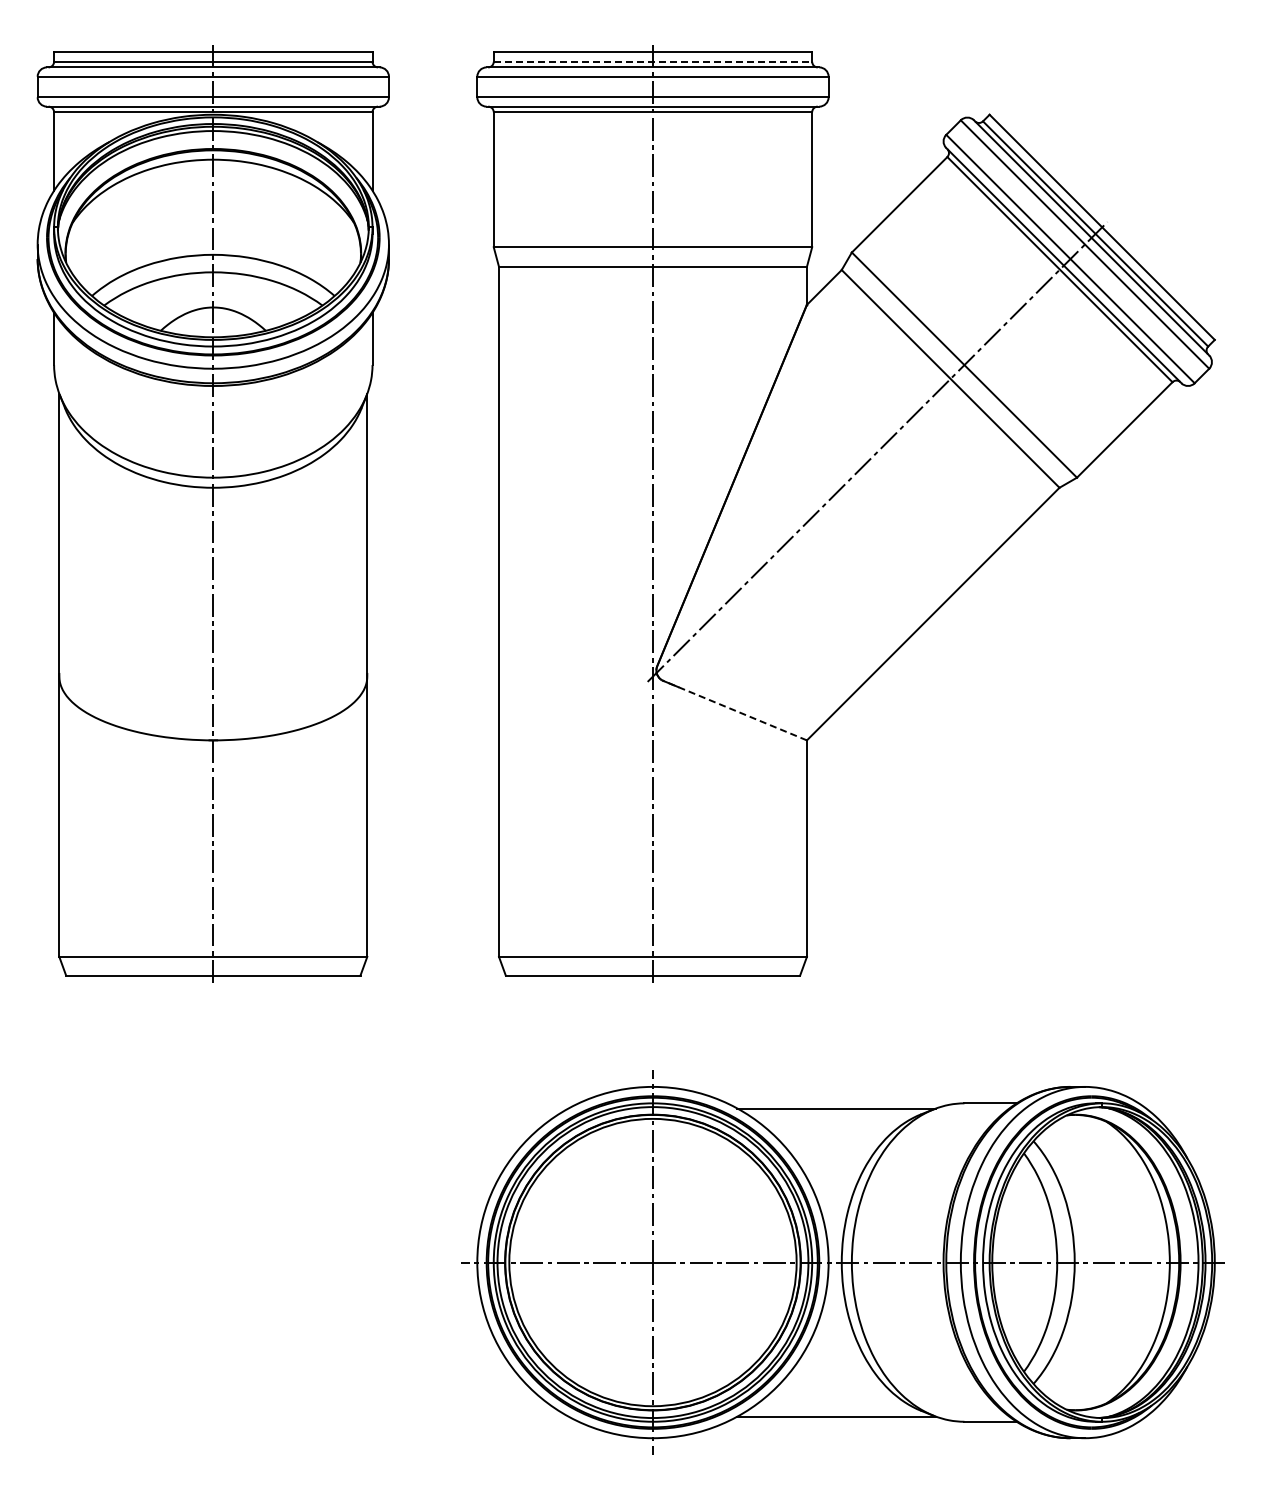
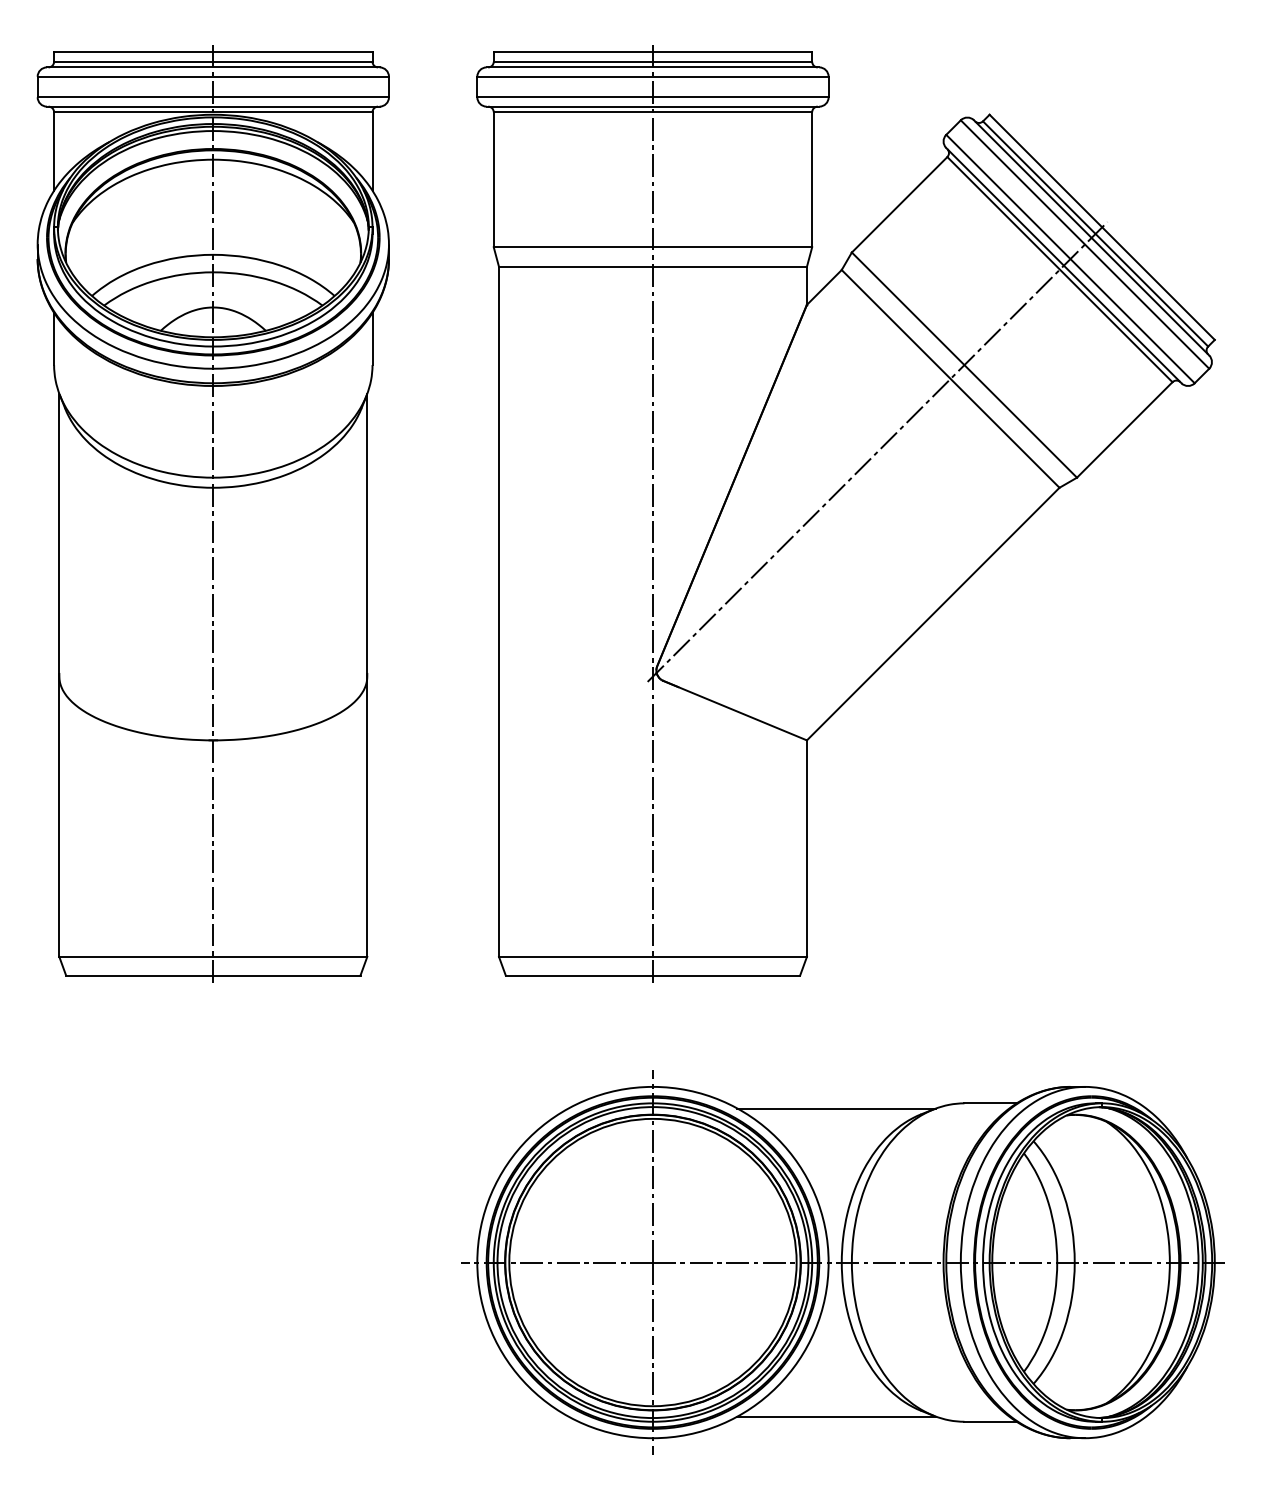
line at (653, 61): dashed -> solid
line at (735, 710): dashed -> solid
